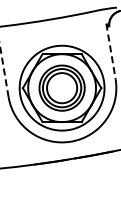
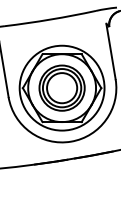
line at (111, 51): dashed -> solid
line at (4, 71): dashed -> solid
